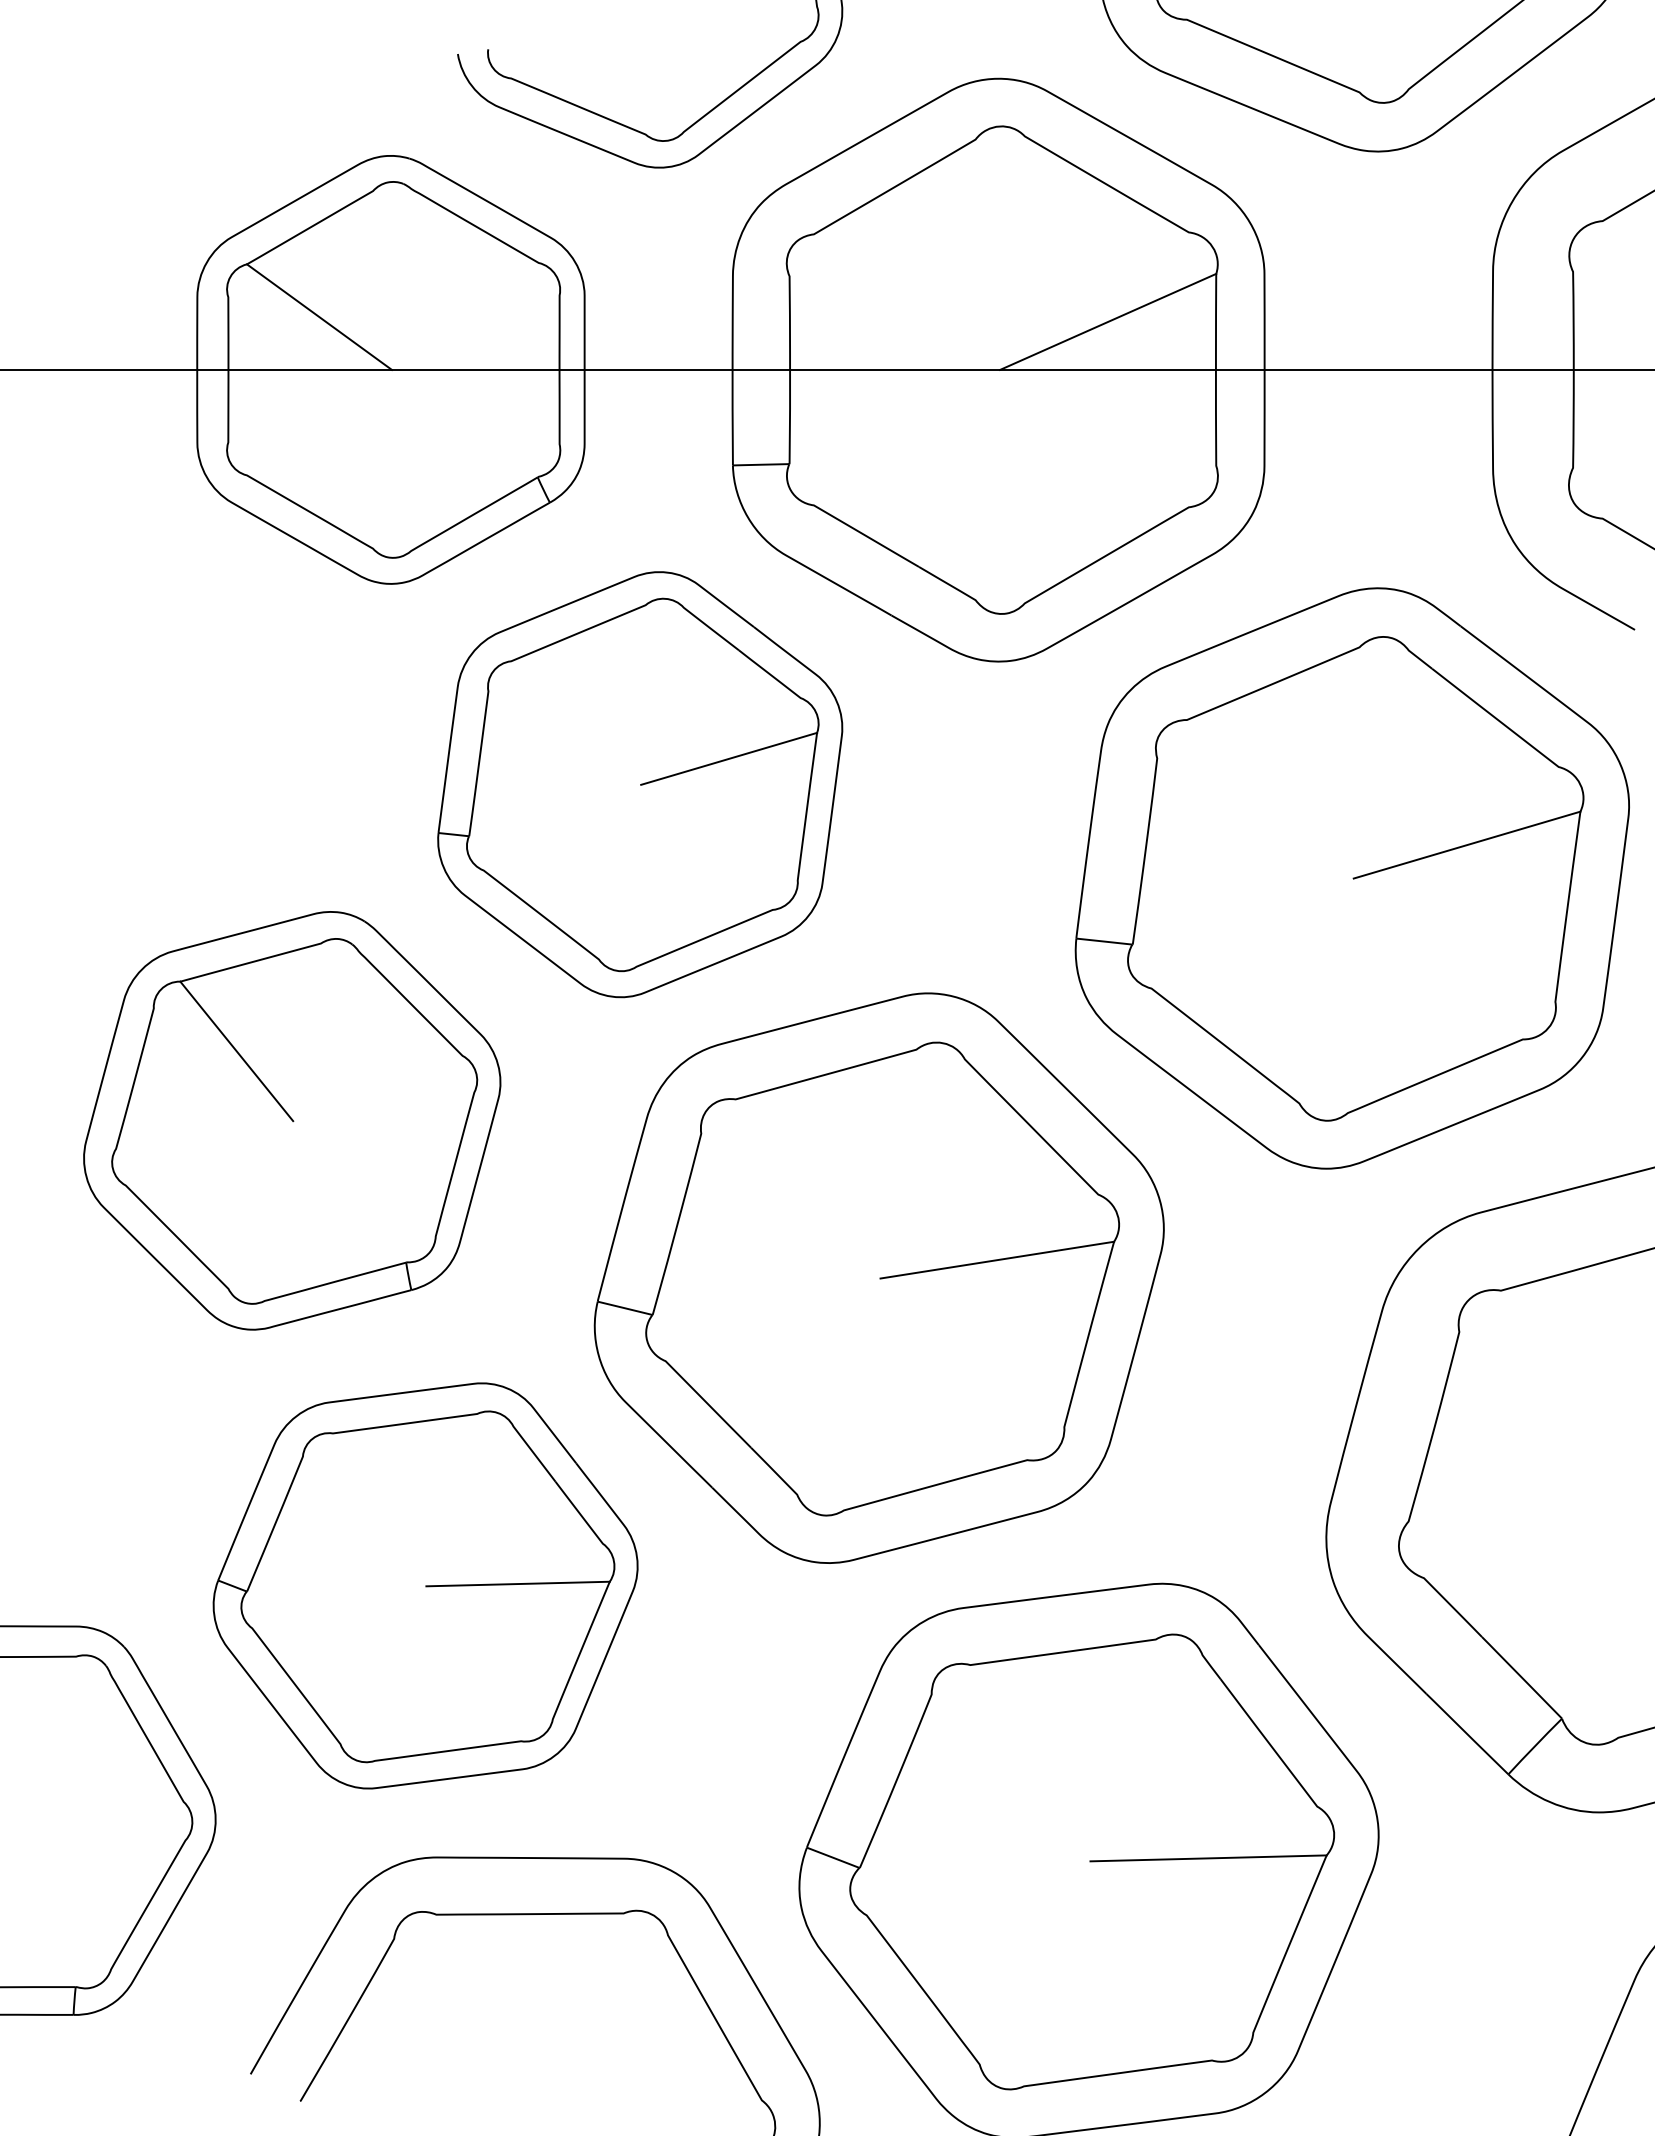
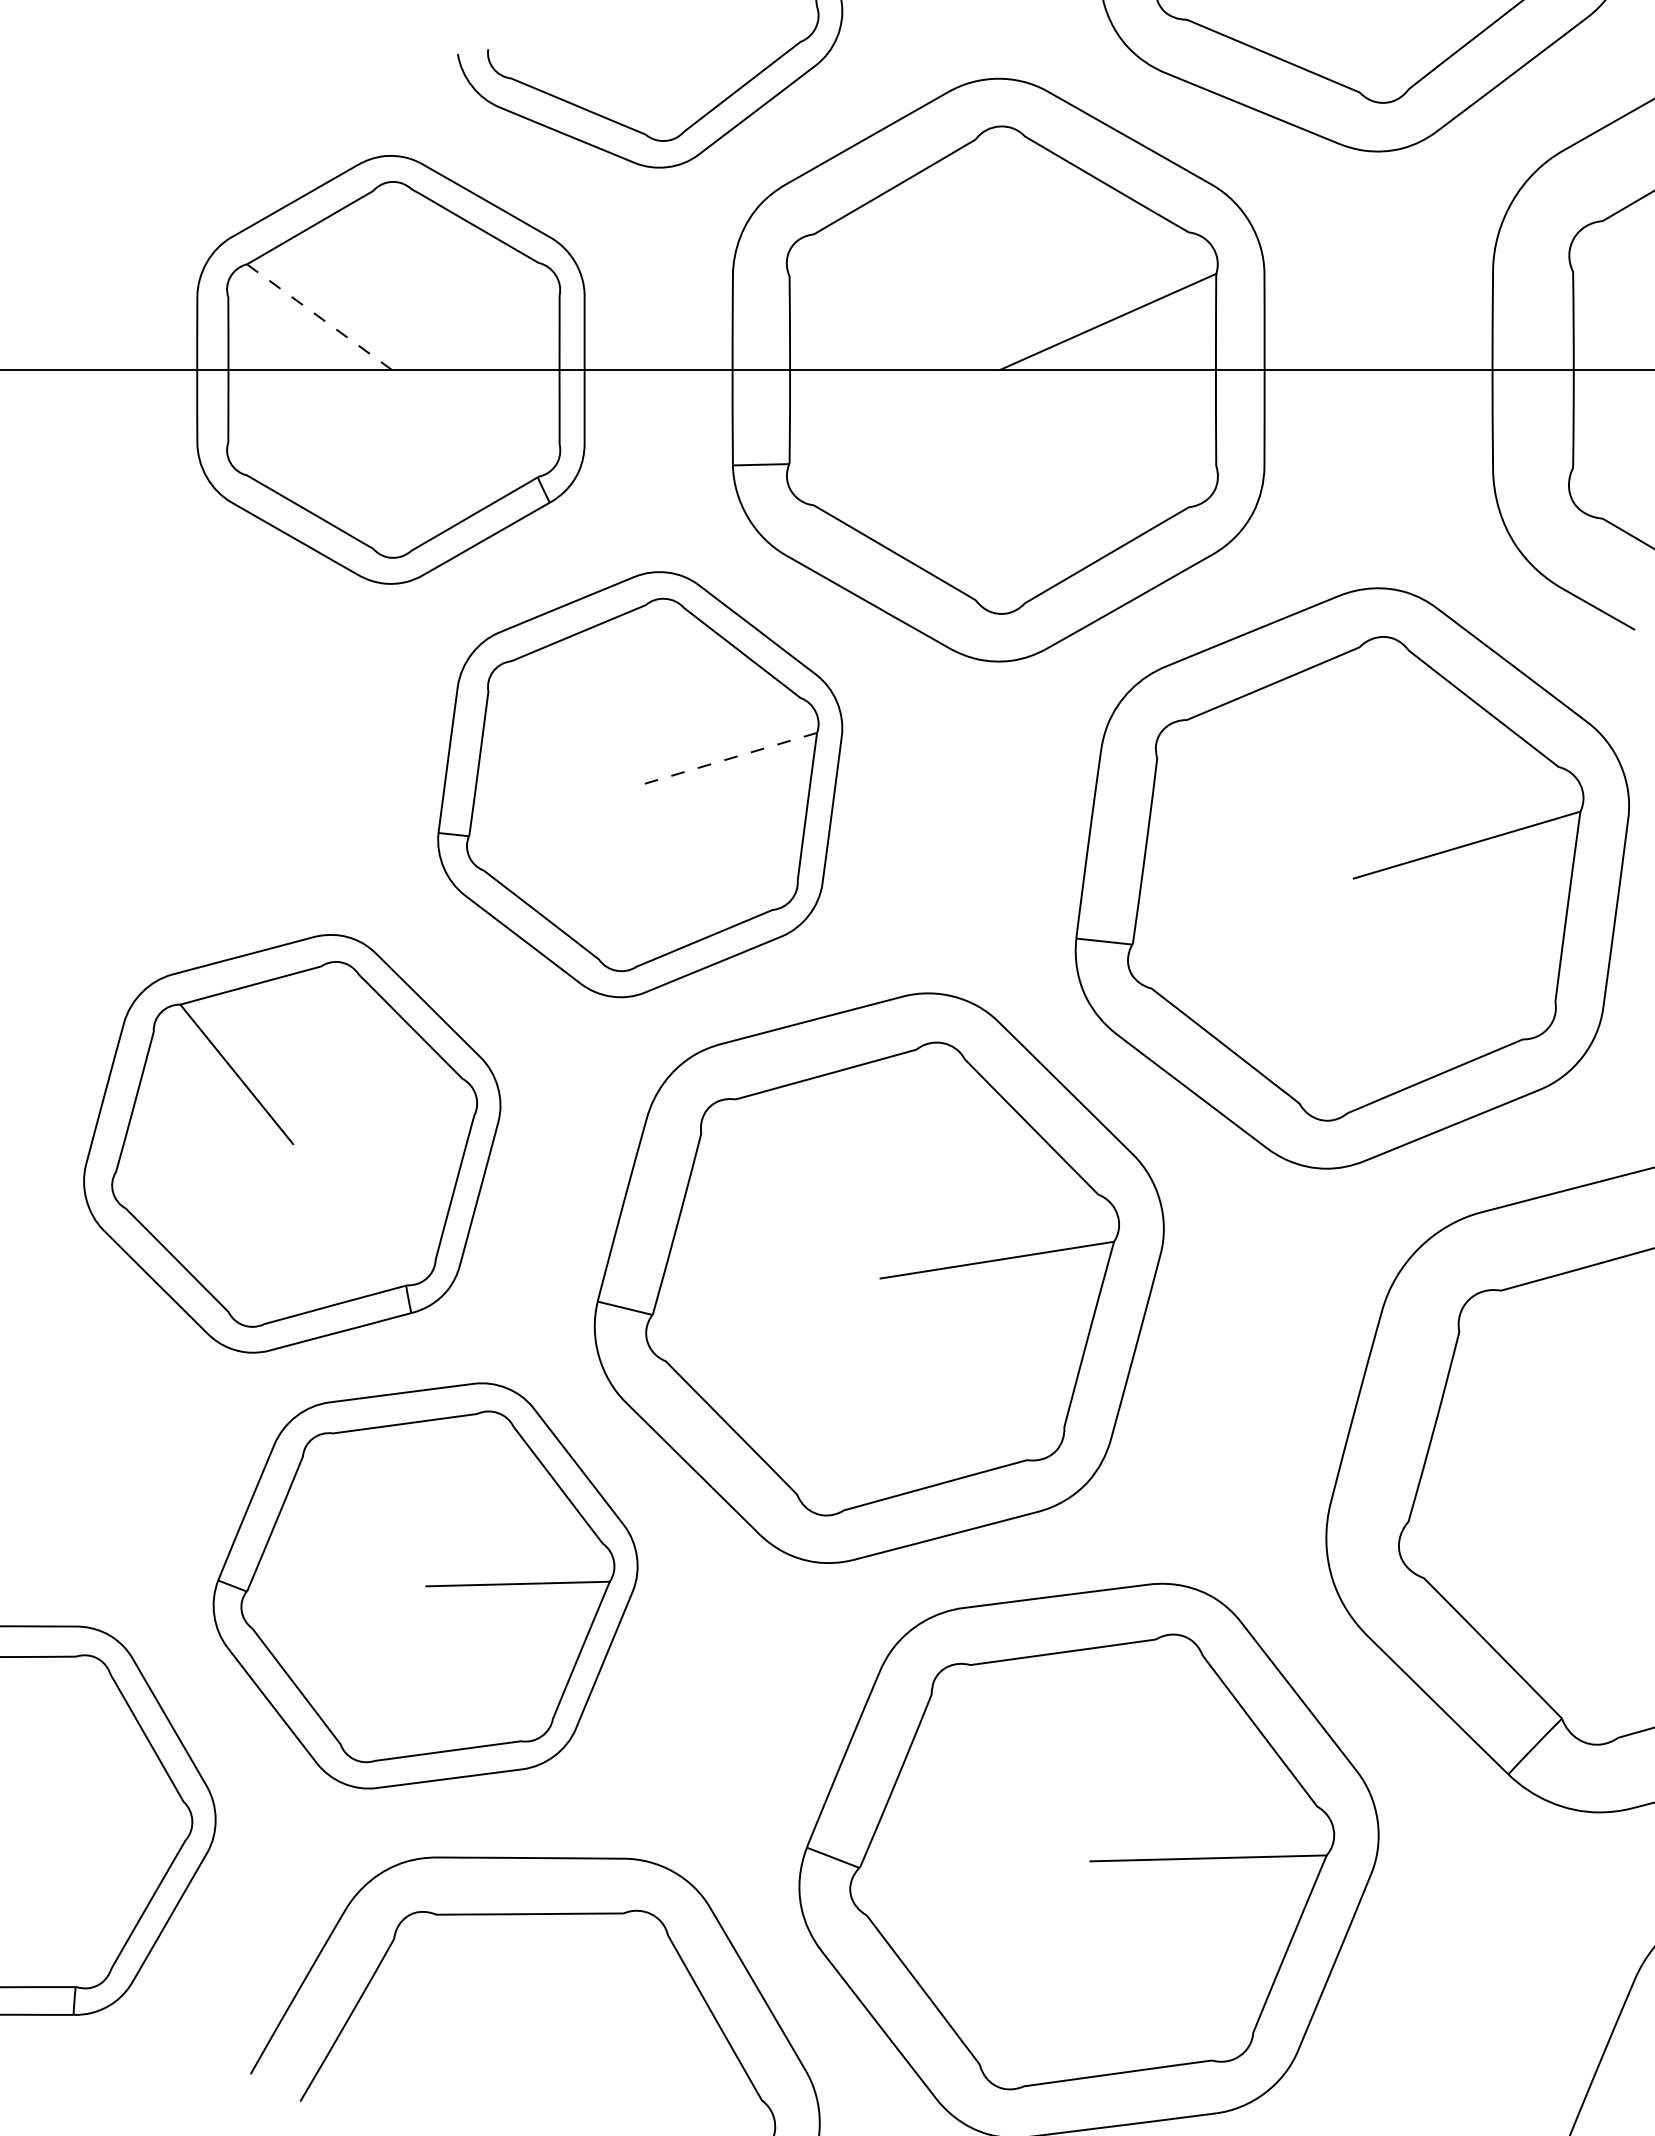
line at (319, 317): solid -> dashed
line at (729, 758): solid -> dashed
part at (292, 1120) position: (292, 1120) -> (292, 1143)
